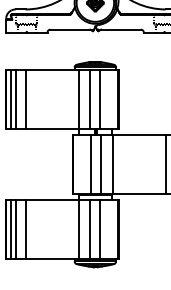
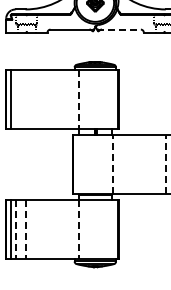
line at (119, 29): solid -> dashed
line at (15, 98): present -> none
line at (25, 98): present -> none
line at (90, 98): present -> none
line at (100, 98): present -> none
line at (78, 99): solid -> dashed
line at (90, 164): present -> none
line at (101, 164): present -> none
line at (112, 164): solid -> dashed
line at (165, 164): solid -> dashed
line at (15, 229): solid -> dashed
line at (25, 229): solid -> dashed
line at (78, 229): solid -> dashed
line at (90, 229): present -> none
line at (100, 229): present -> none
